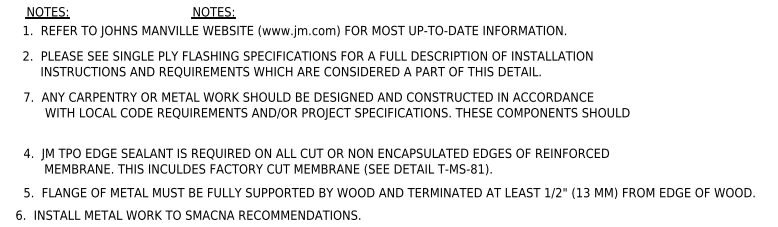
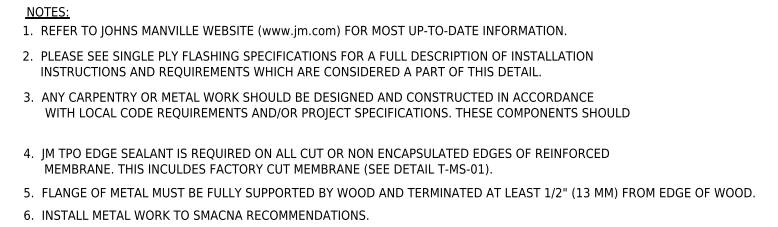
part at (213, 12): present -> none
text at (26, 96): 7. -> 3.
text at (473, 168): T-MS-81). -> T-MS-01).
text at (188, 214) position: (188, 214) -> (196, 214)
